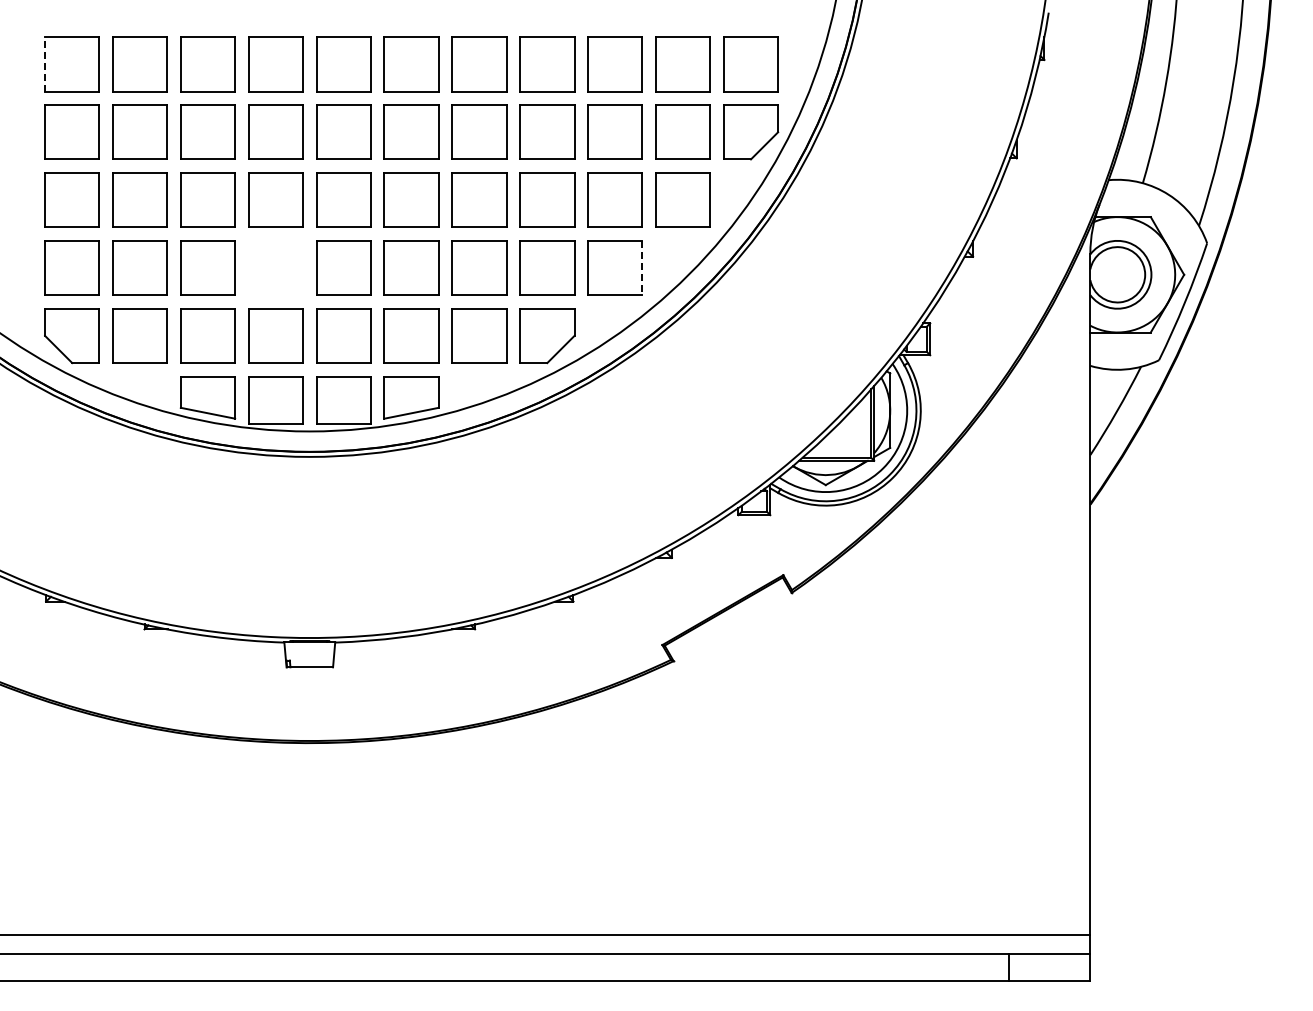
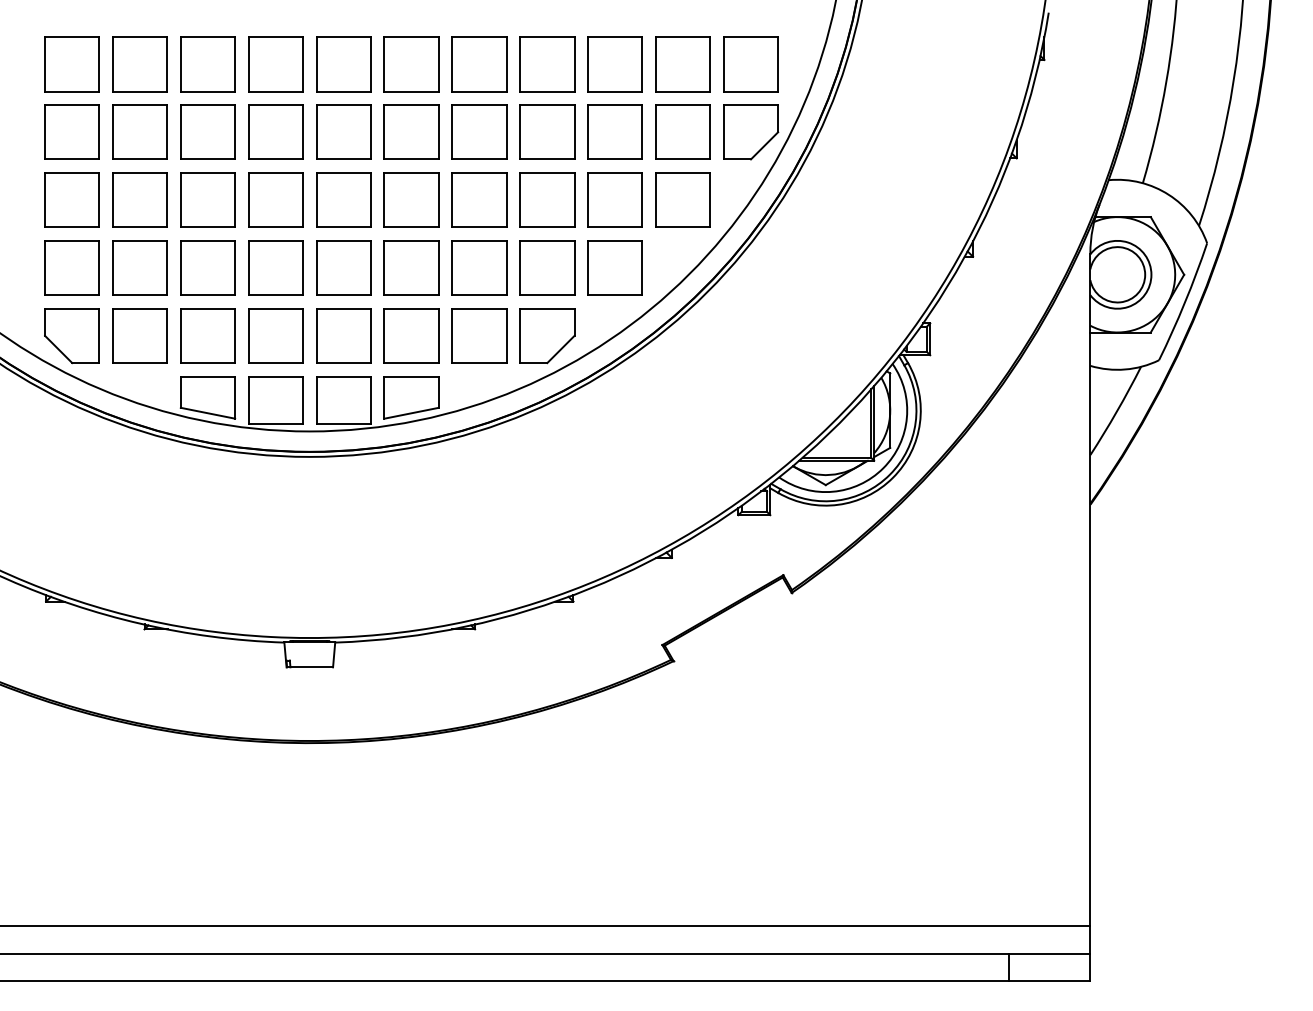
line at (45, 63): dashed -> solid
part at (275, 267): none -> present
line at (642, 268): dashed -> solid
line at (546, 935) position: (546, 935) -> (546, 926)
